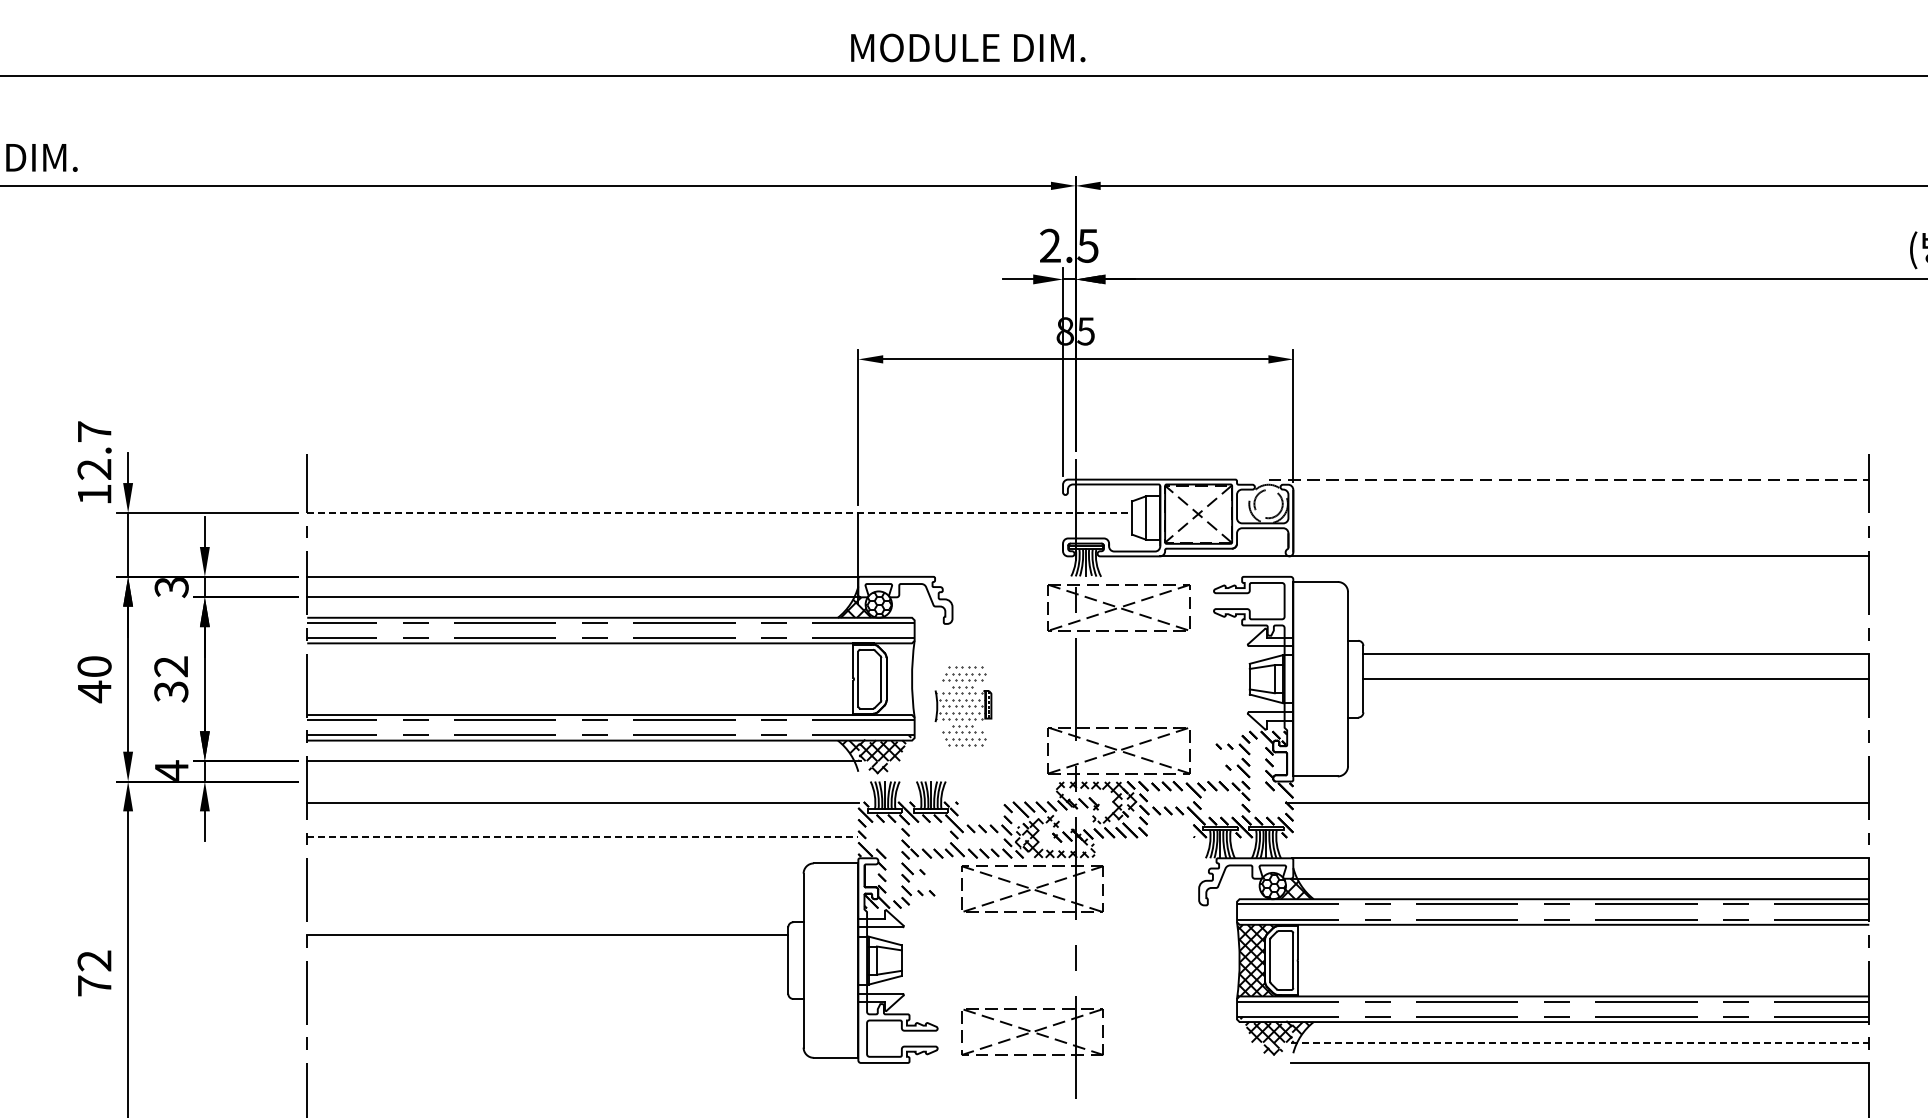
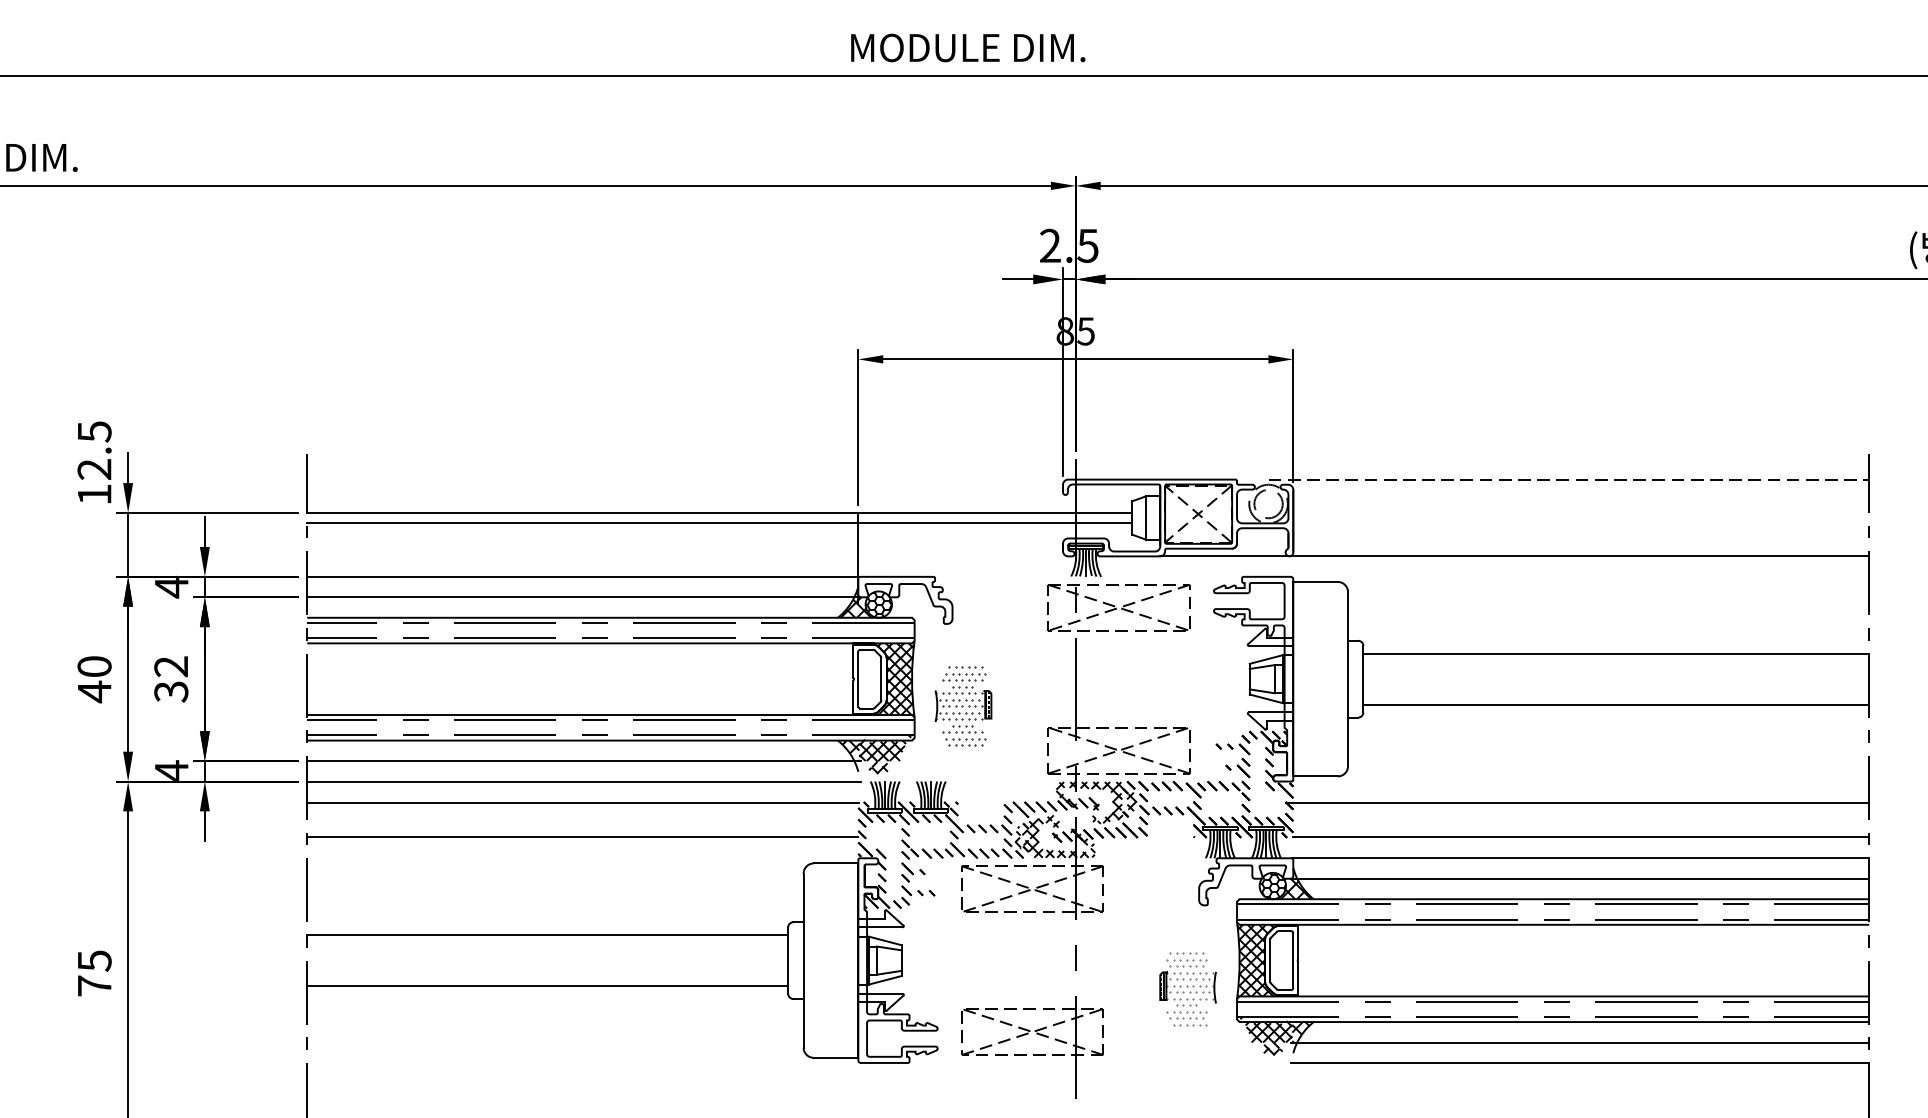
text at (94, 431): 12.7 -> 12.5
line at (720, 512): dashed -> solid
line at (719, 523): none -> present
text at (171, 588): 3 -> 4
line at (1616, 678) position: (1616, 678) -> (1616, 704)
hatch at (894, 679): none -> present
line at (583, 781): none -> present
line at (582, 836): dashed -> solid
line at (1580, 836): none -> present
text at (94, 960): 72 -> 75
line at (547, 986): none -> present
part at (1187, 989): none -> present
line at (1580, 1042): dashed -> solid
